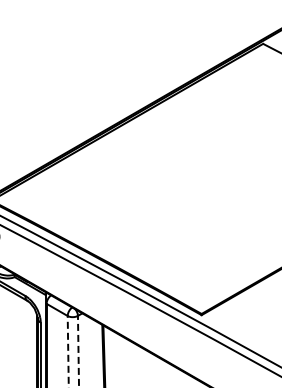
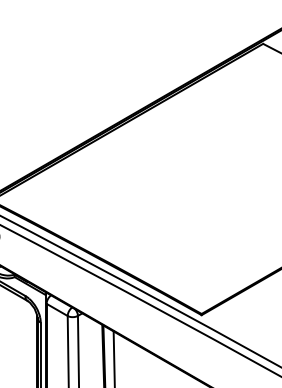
line at (68, 351): dashed -> solid
line at (78, 351): dashed -> solid
line at (113, 357): none -> present
